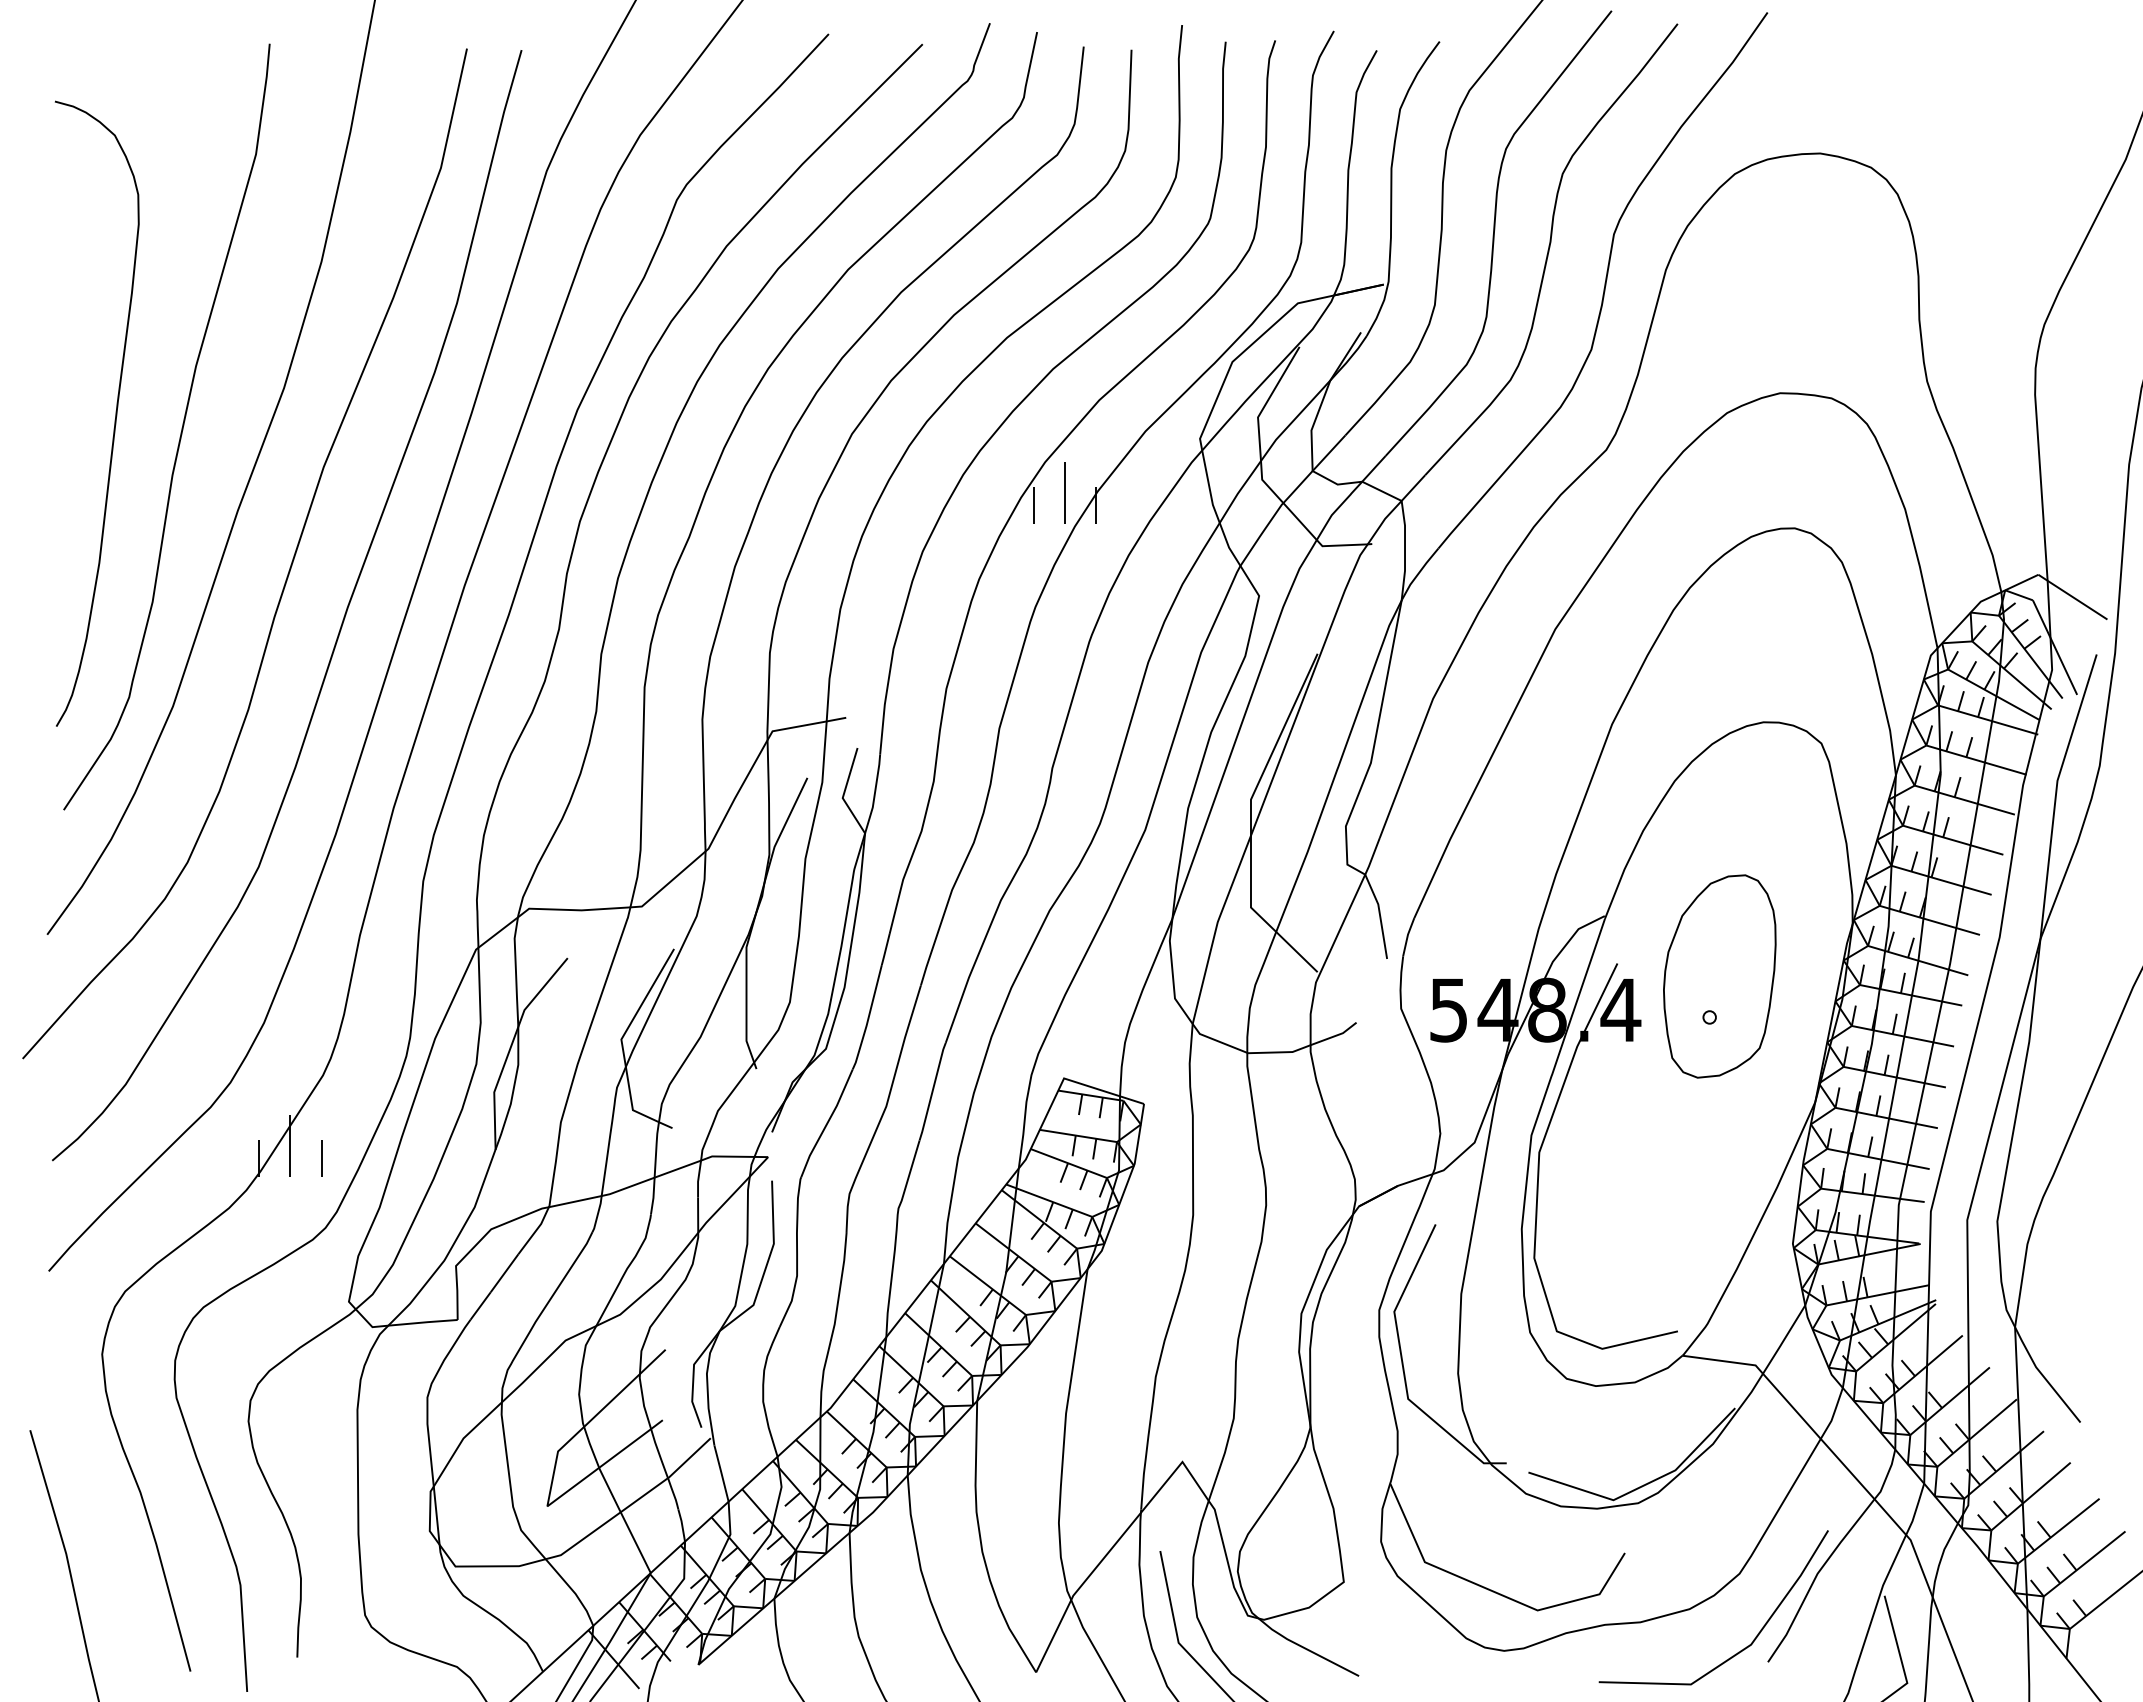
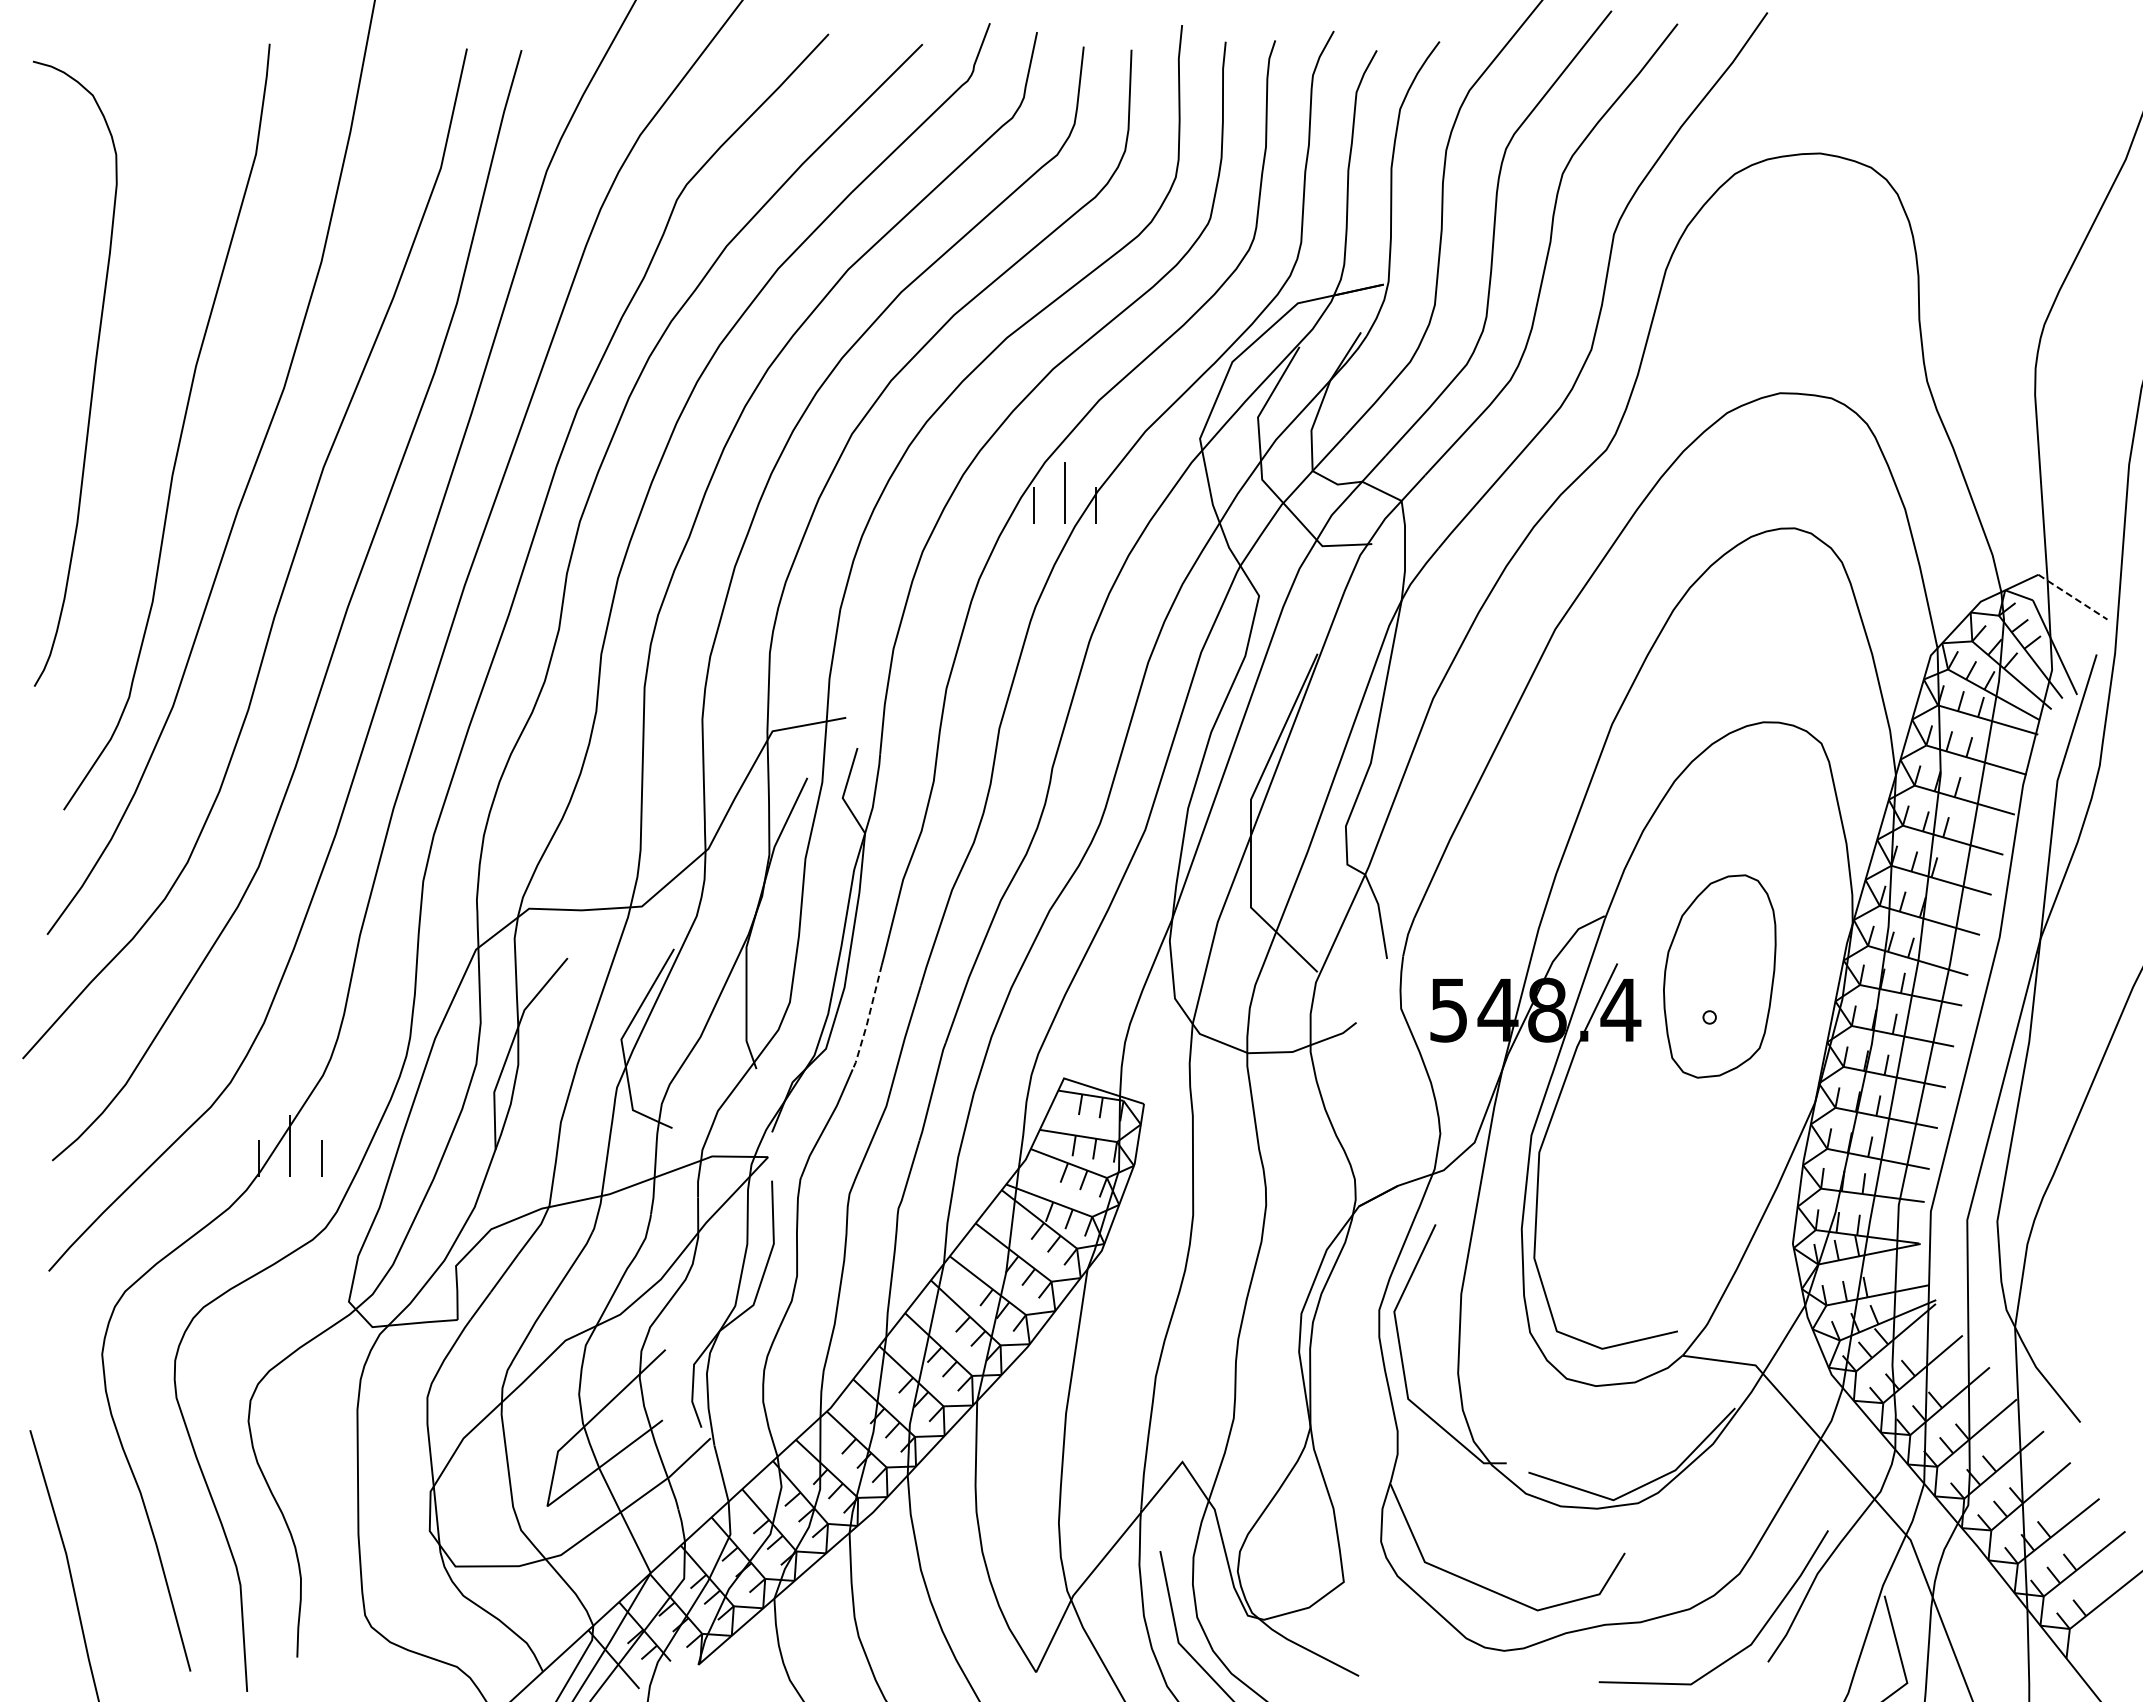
curve at (114, 419) position: (114, 419) -> (92, 379)
line at (2072, 596): solid -> dashed
line at (868, 1019): solid -> dashed
